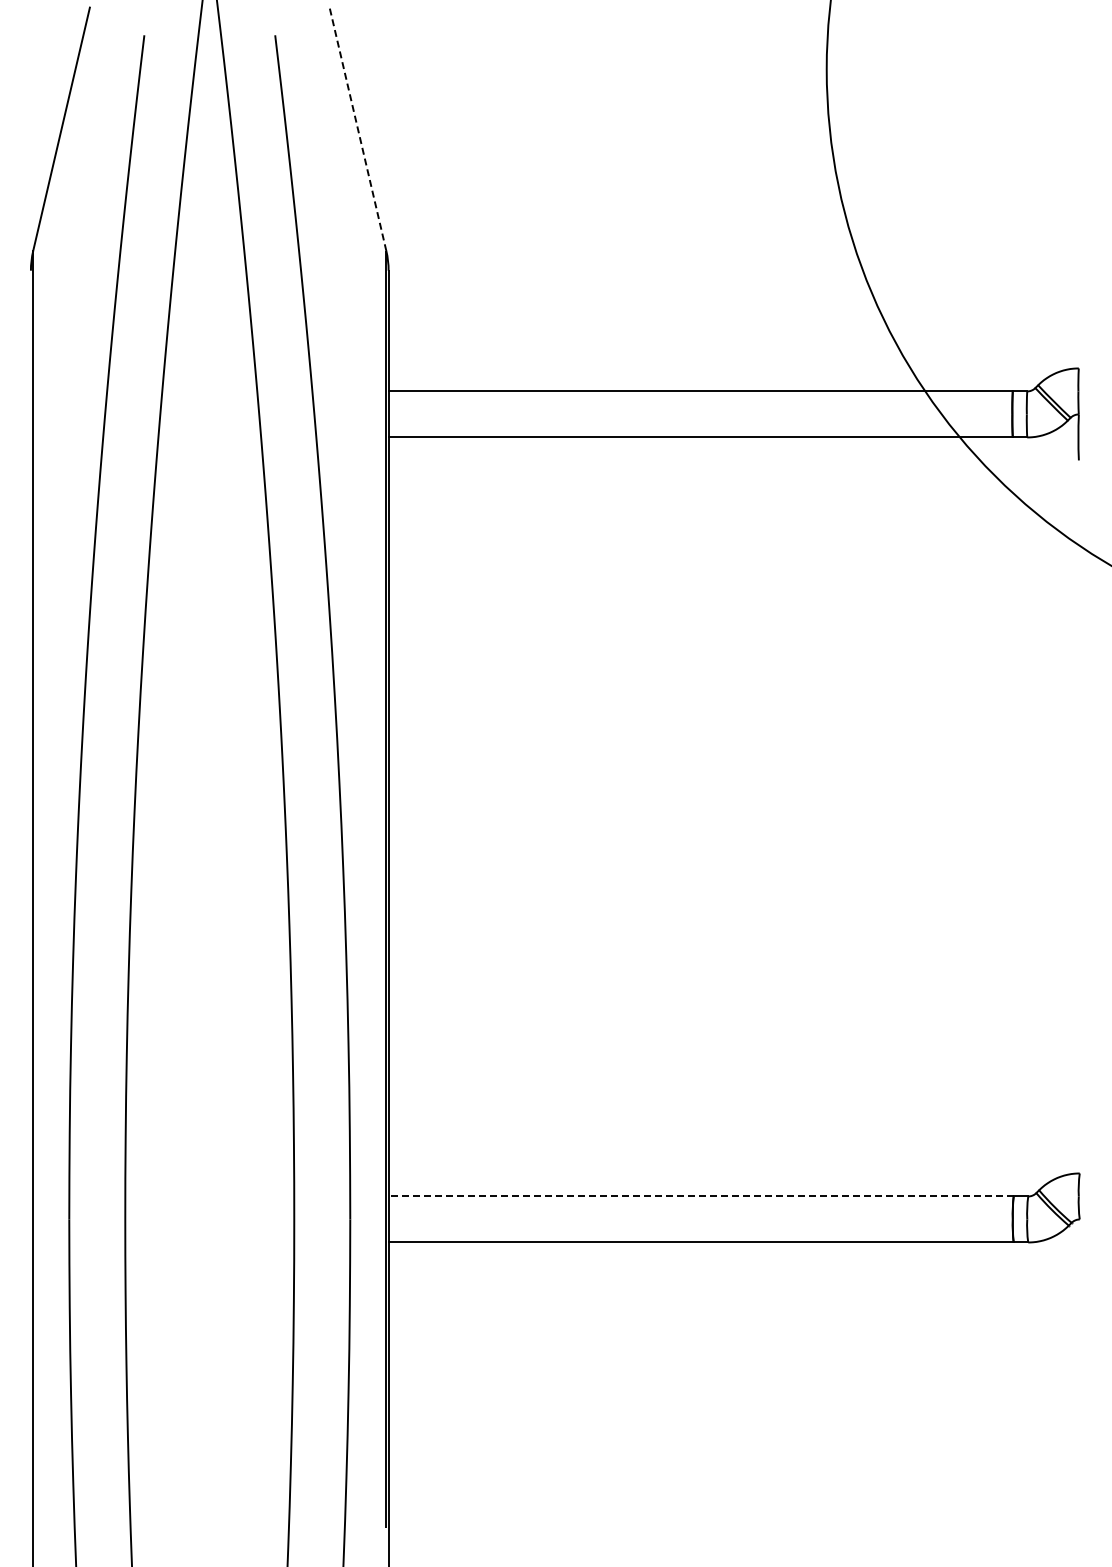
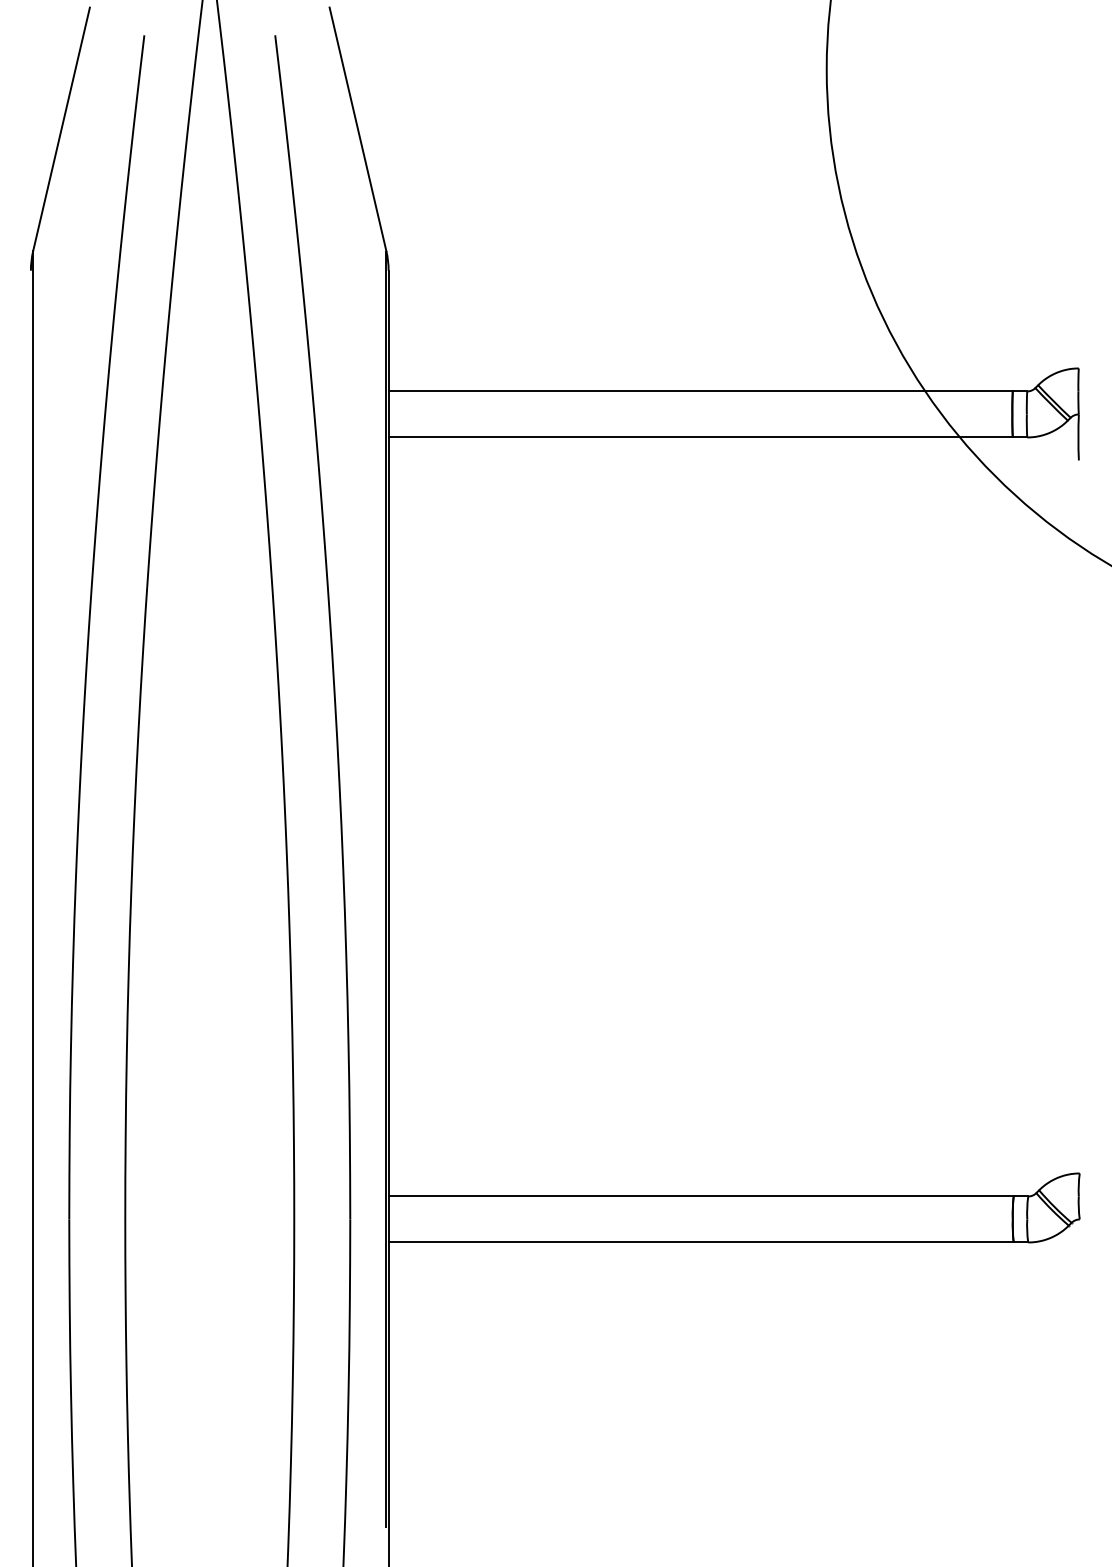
line at (357, 128): dashed -> solid
line at (701, 1196): dashed -> solid
